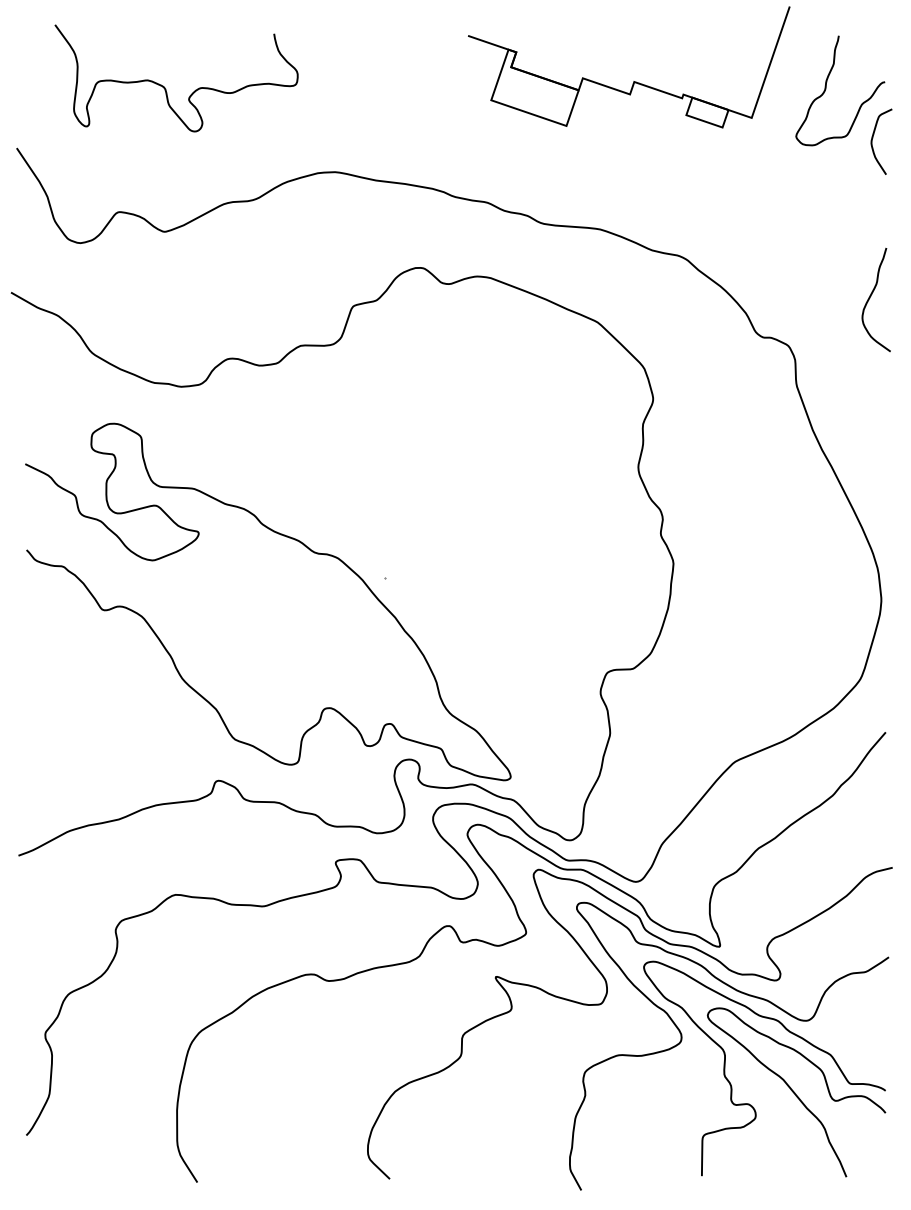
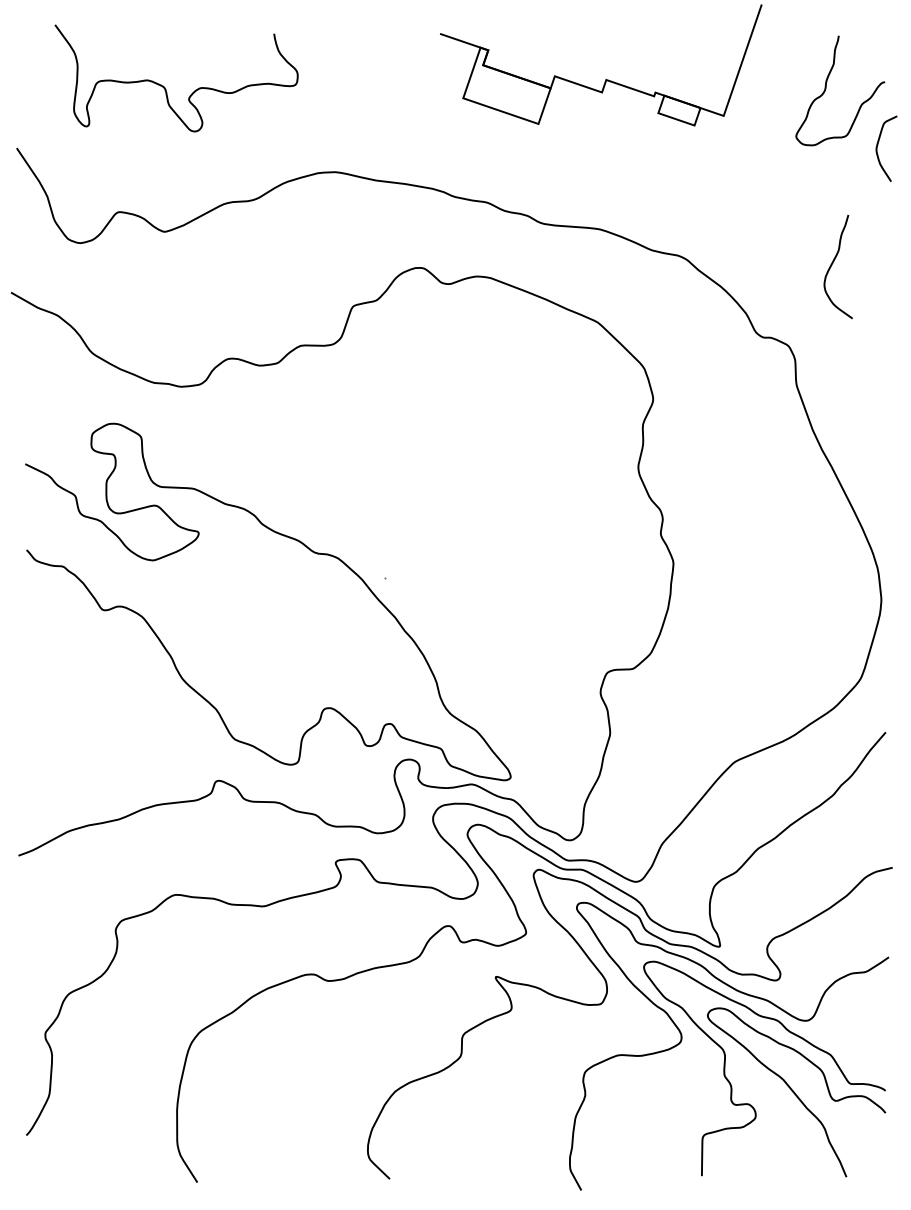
part at (633, 81) position: (633, 81) -> (605, 79)
curve at (873, 138) position: (873, 138) -> (878, 145)
curve at (871, 296) position: (871, 296) -> (833, 263)
